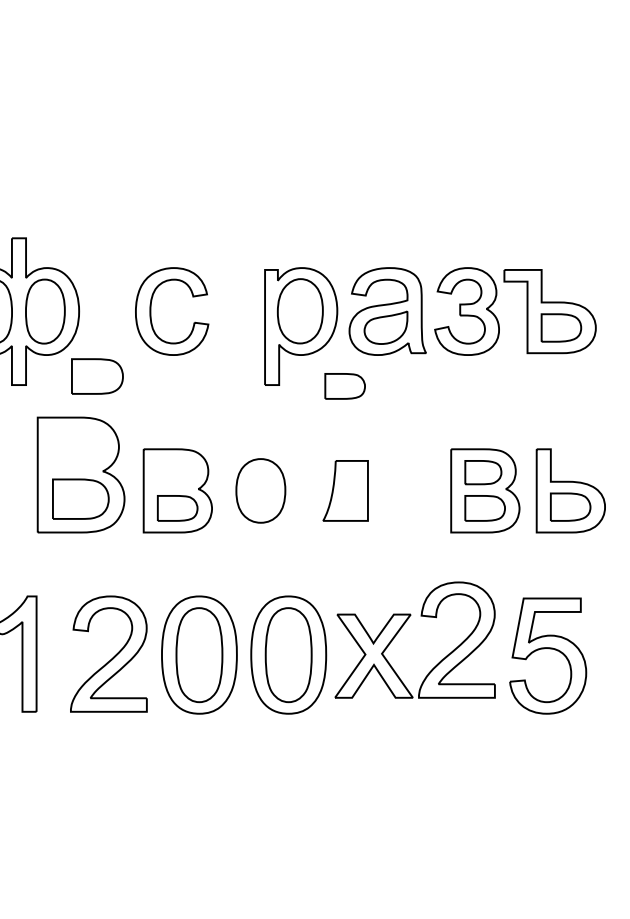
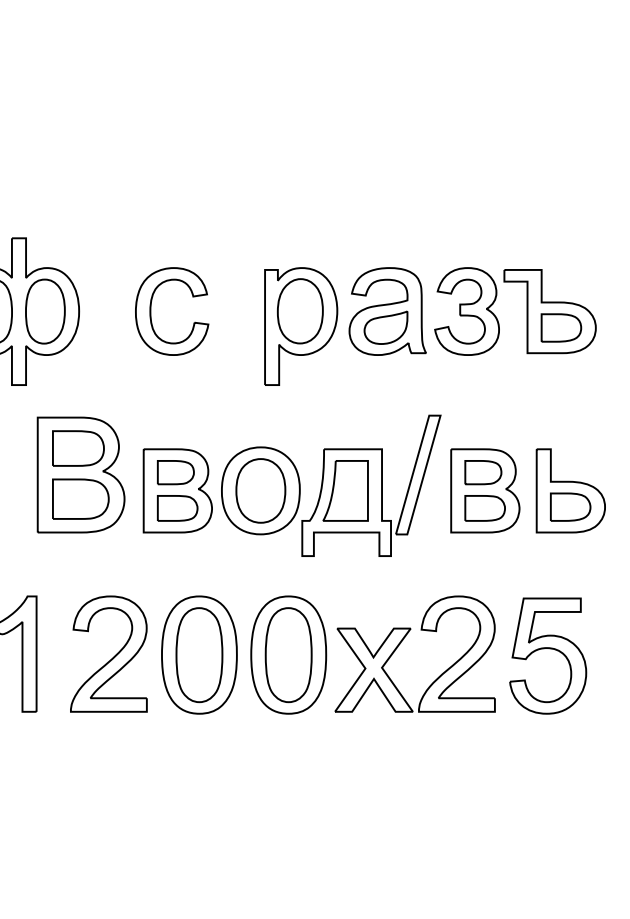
part at (97, 376) position: (97, 376) -> (78, 448)
part at (344, 386): present -> none
part at (175, 472): none -> present
part at (331, 485): none -> present
part at (400, 630) position: (400, 630) -> (400, 644)
